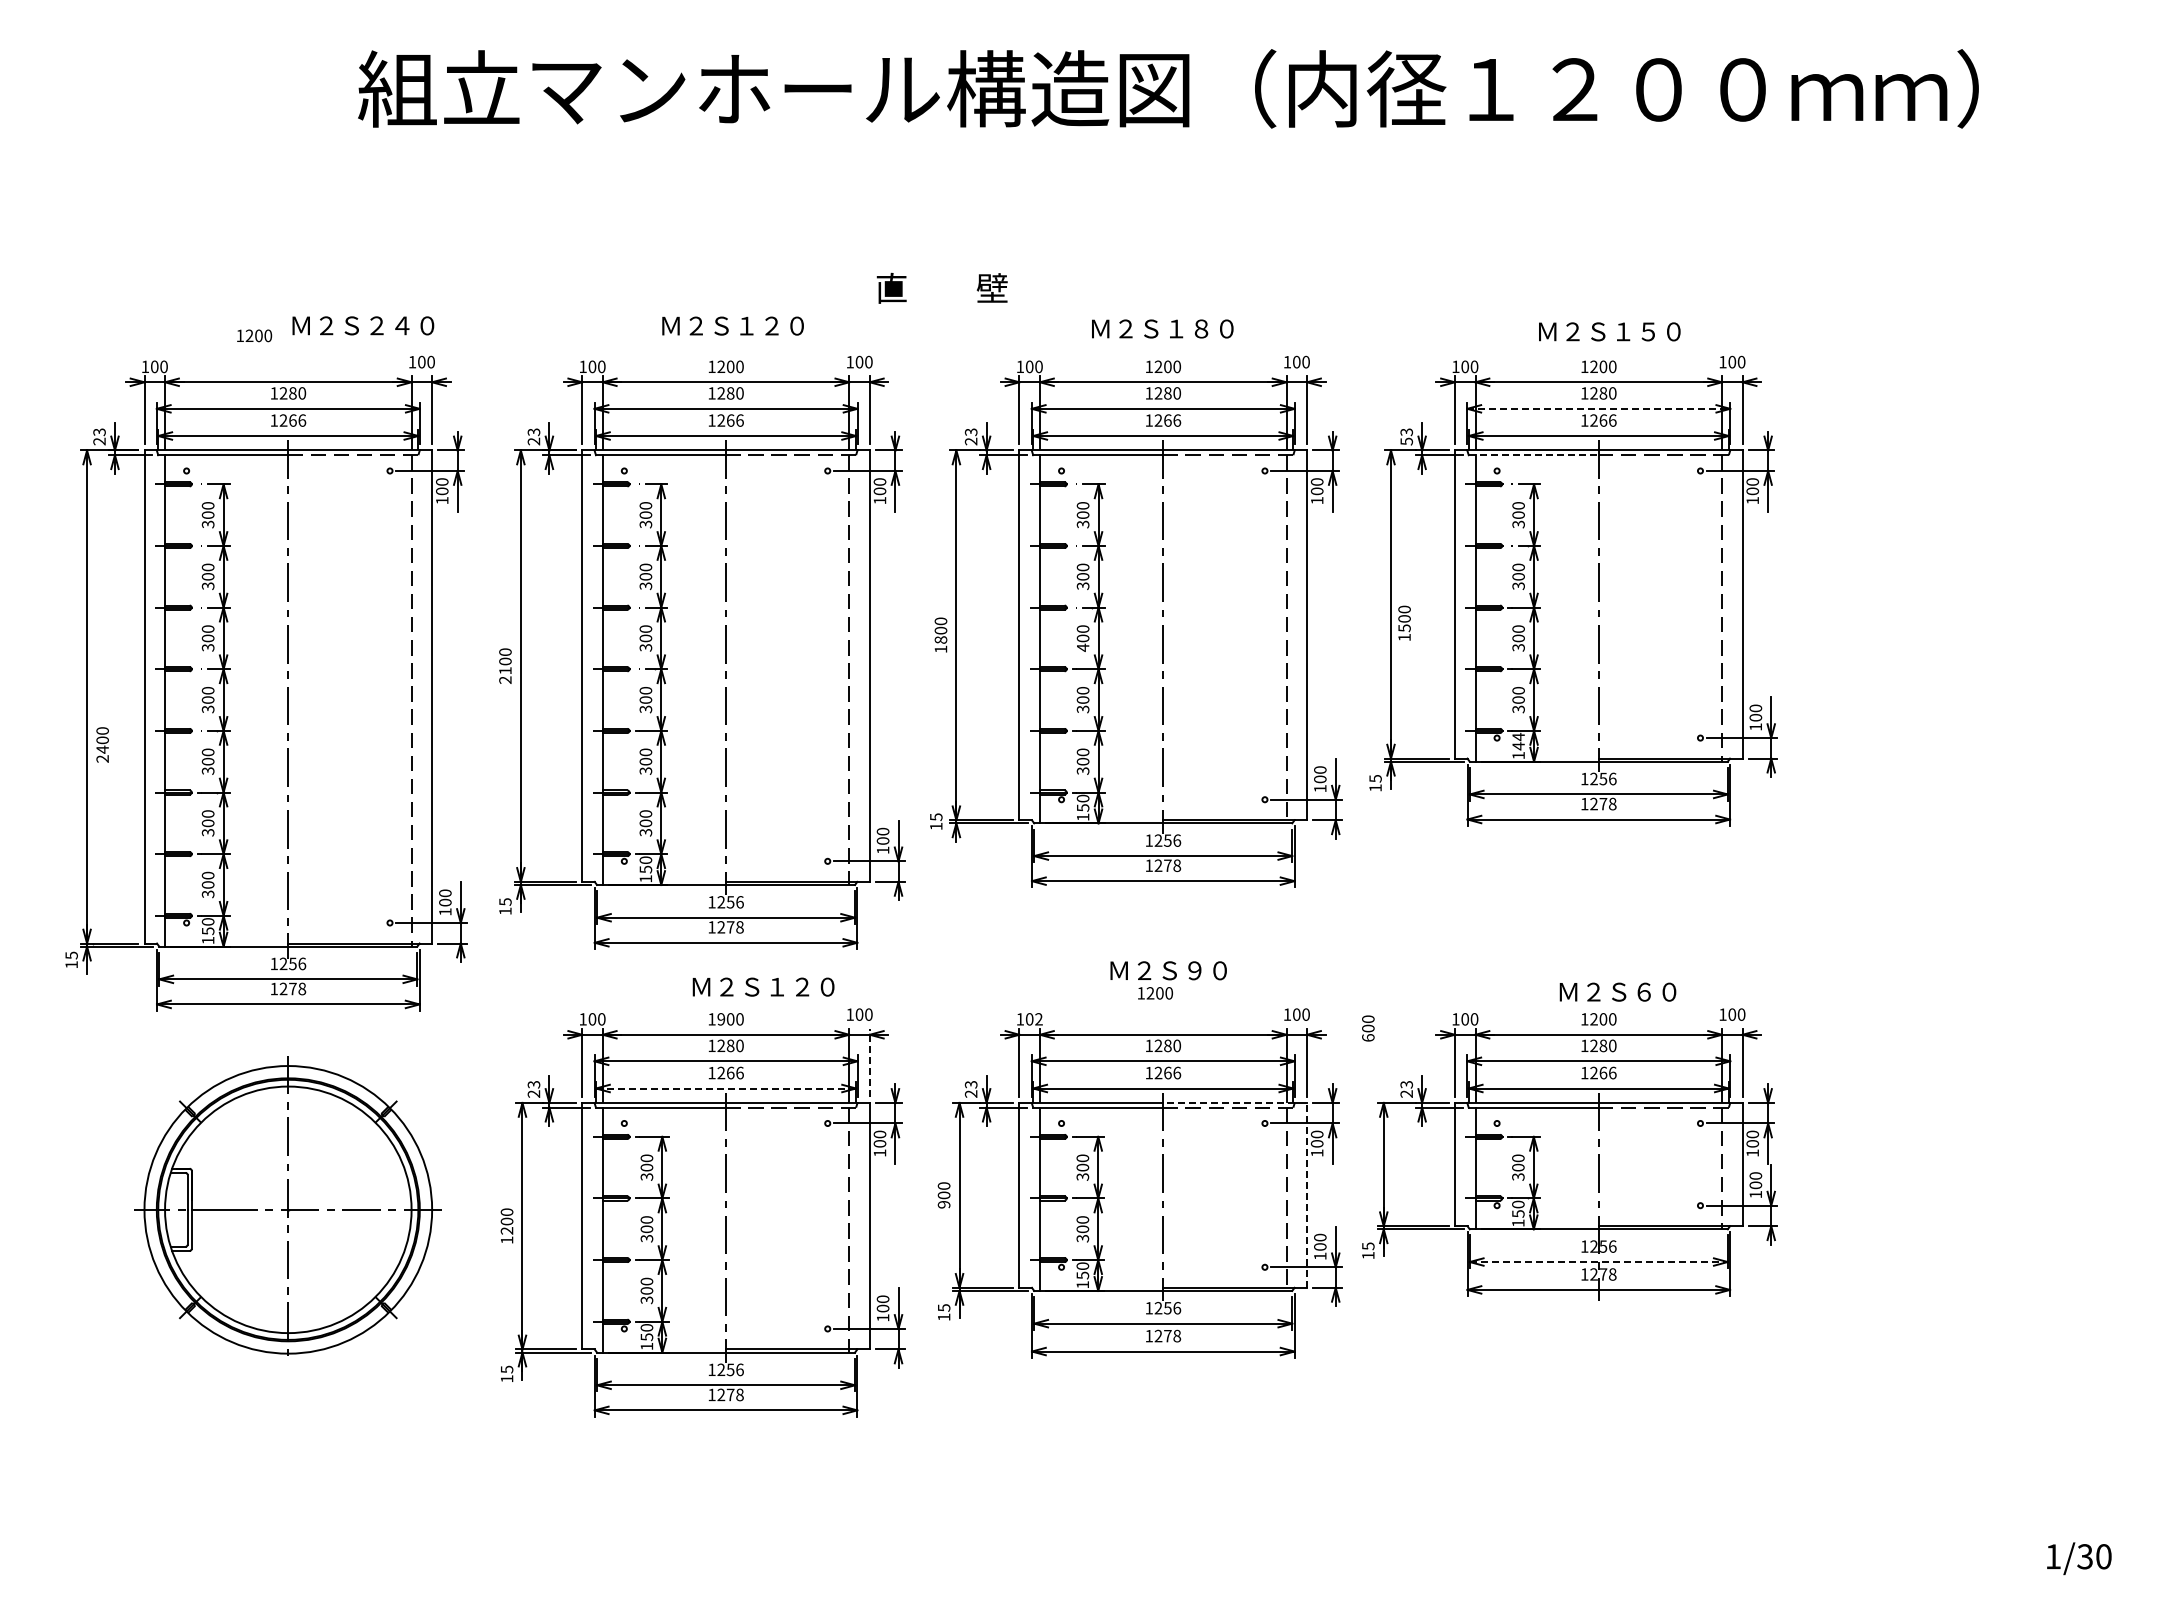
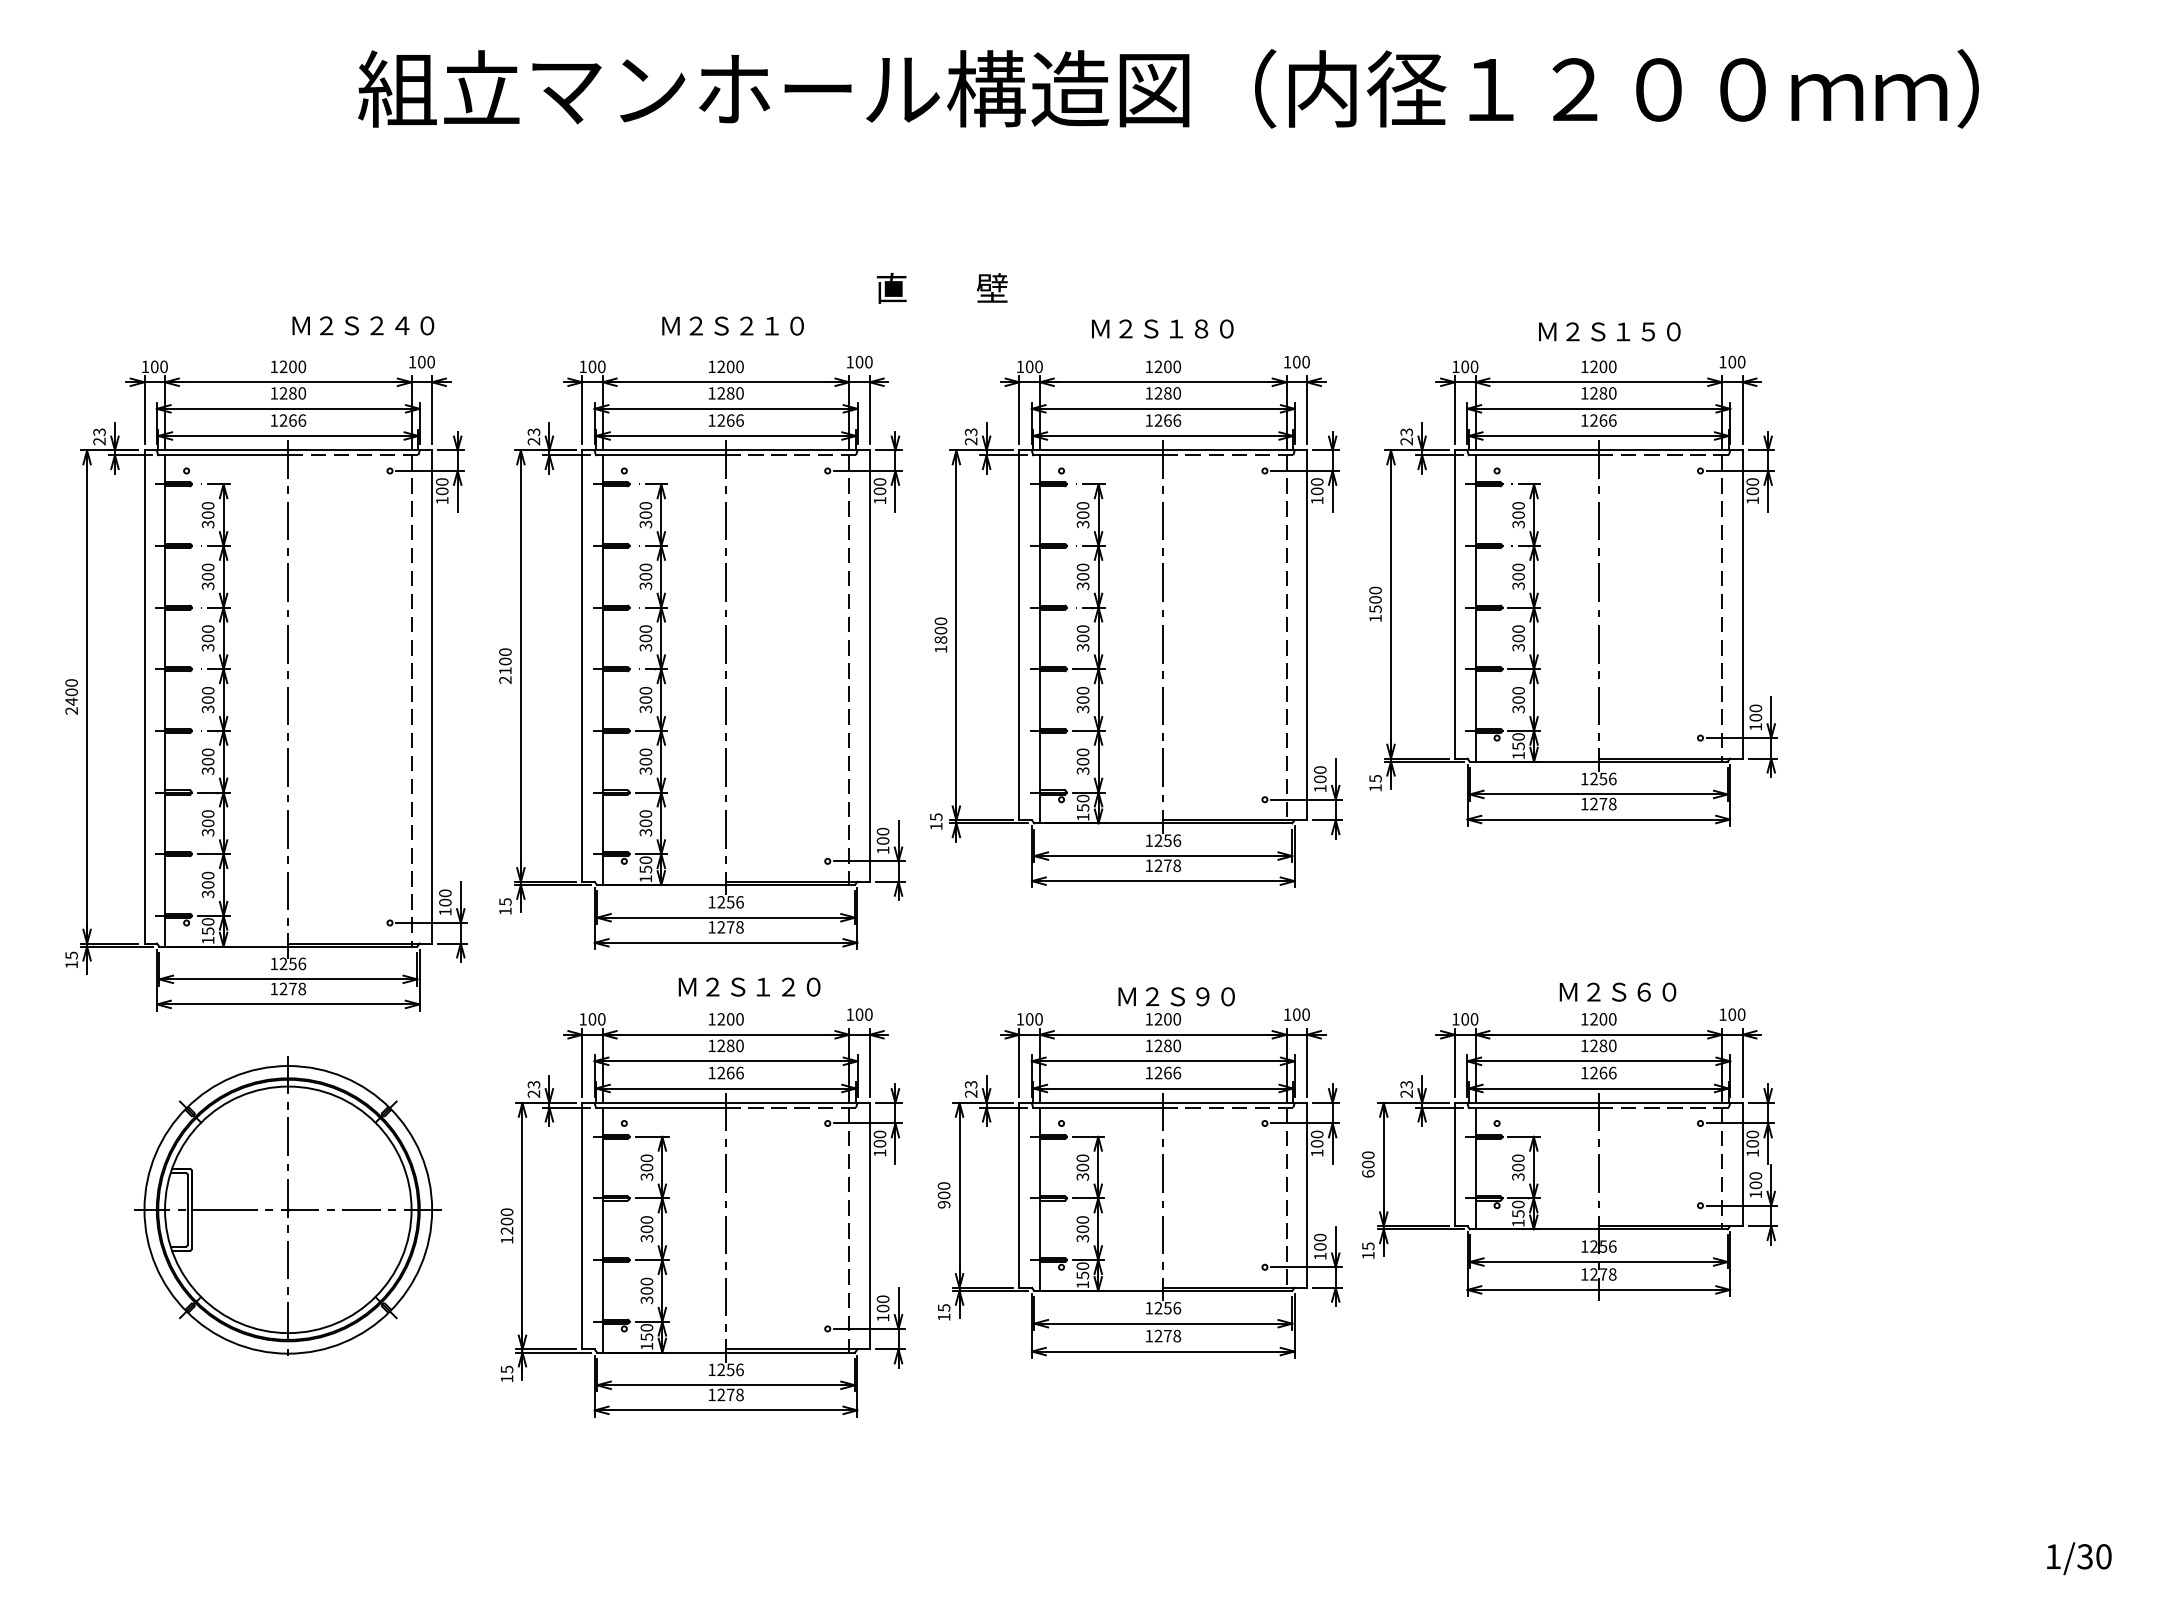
text at (759, 325): Ｍ２Ｓ１２０ -> Ｍ２Ｓ２１０
text at (254, 335) position: (254, 335) -> (288, 366)
line at (1599, 408): dashed -> solid
text at (1406, 441): 53 -> 23
line at (1534, 455): dashed -> solid
text at (1404, 622) position: (1404, 622) -> (1375, 603)
text at (1082, 647): 400 -> 300
text at (1518, 741): 144 -> 150
text at (102, 744) position: (102, 744) -> (71, 696)
text at (1168, 980) position: (1168, 980) -> (1176, 1006)
text at (763, 986) position: (763, 986) -> (749, 986)
text at (721, 1019): 1900 -> 1200
text at (1038, 1019): 102 -> 100
text at (1368, 1028) position: (1368, 1028) -> (1368, 1164)
line at (869, 1062): dashed -> solid
line at (726, 1088): dashed -> solid
line at (1229, 1102): dashed -> solid
line at (1307, 1194): dashed -> solid
line at (1599, 1262): dashed -> solid
